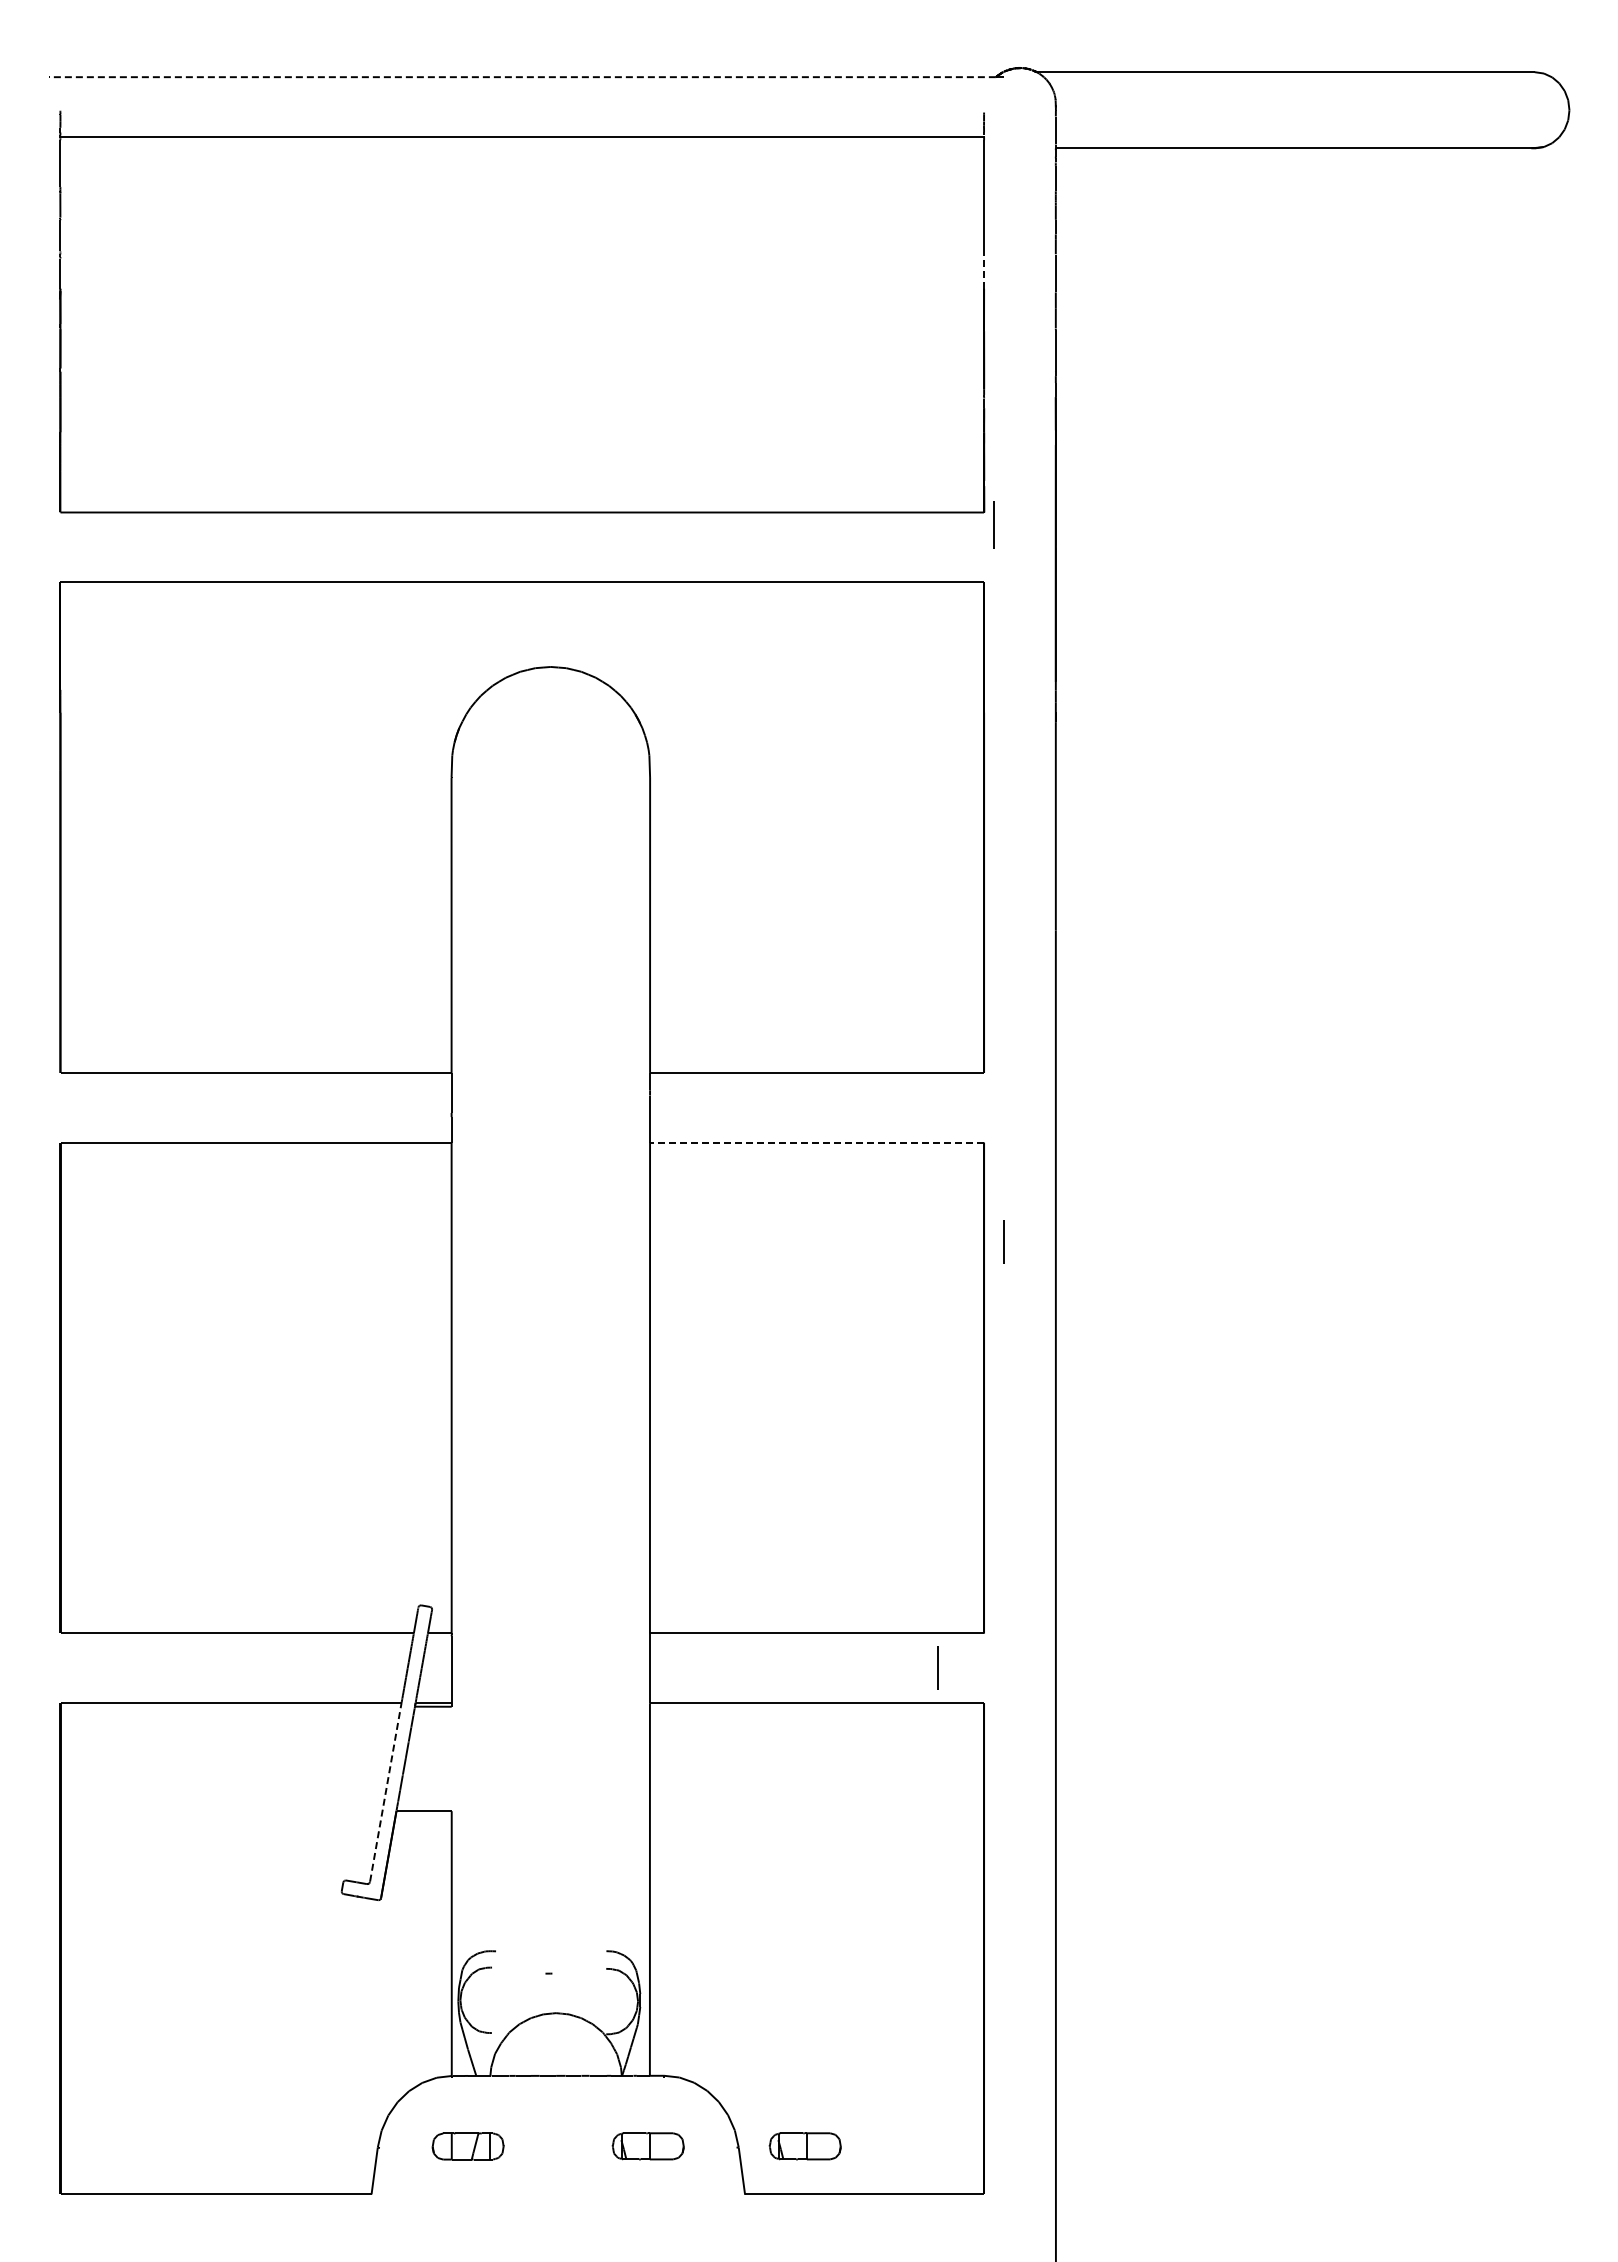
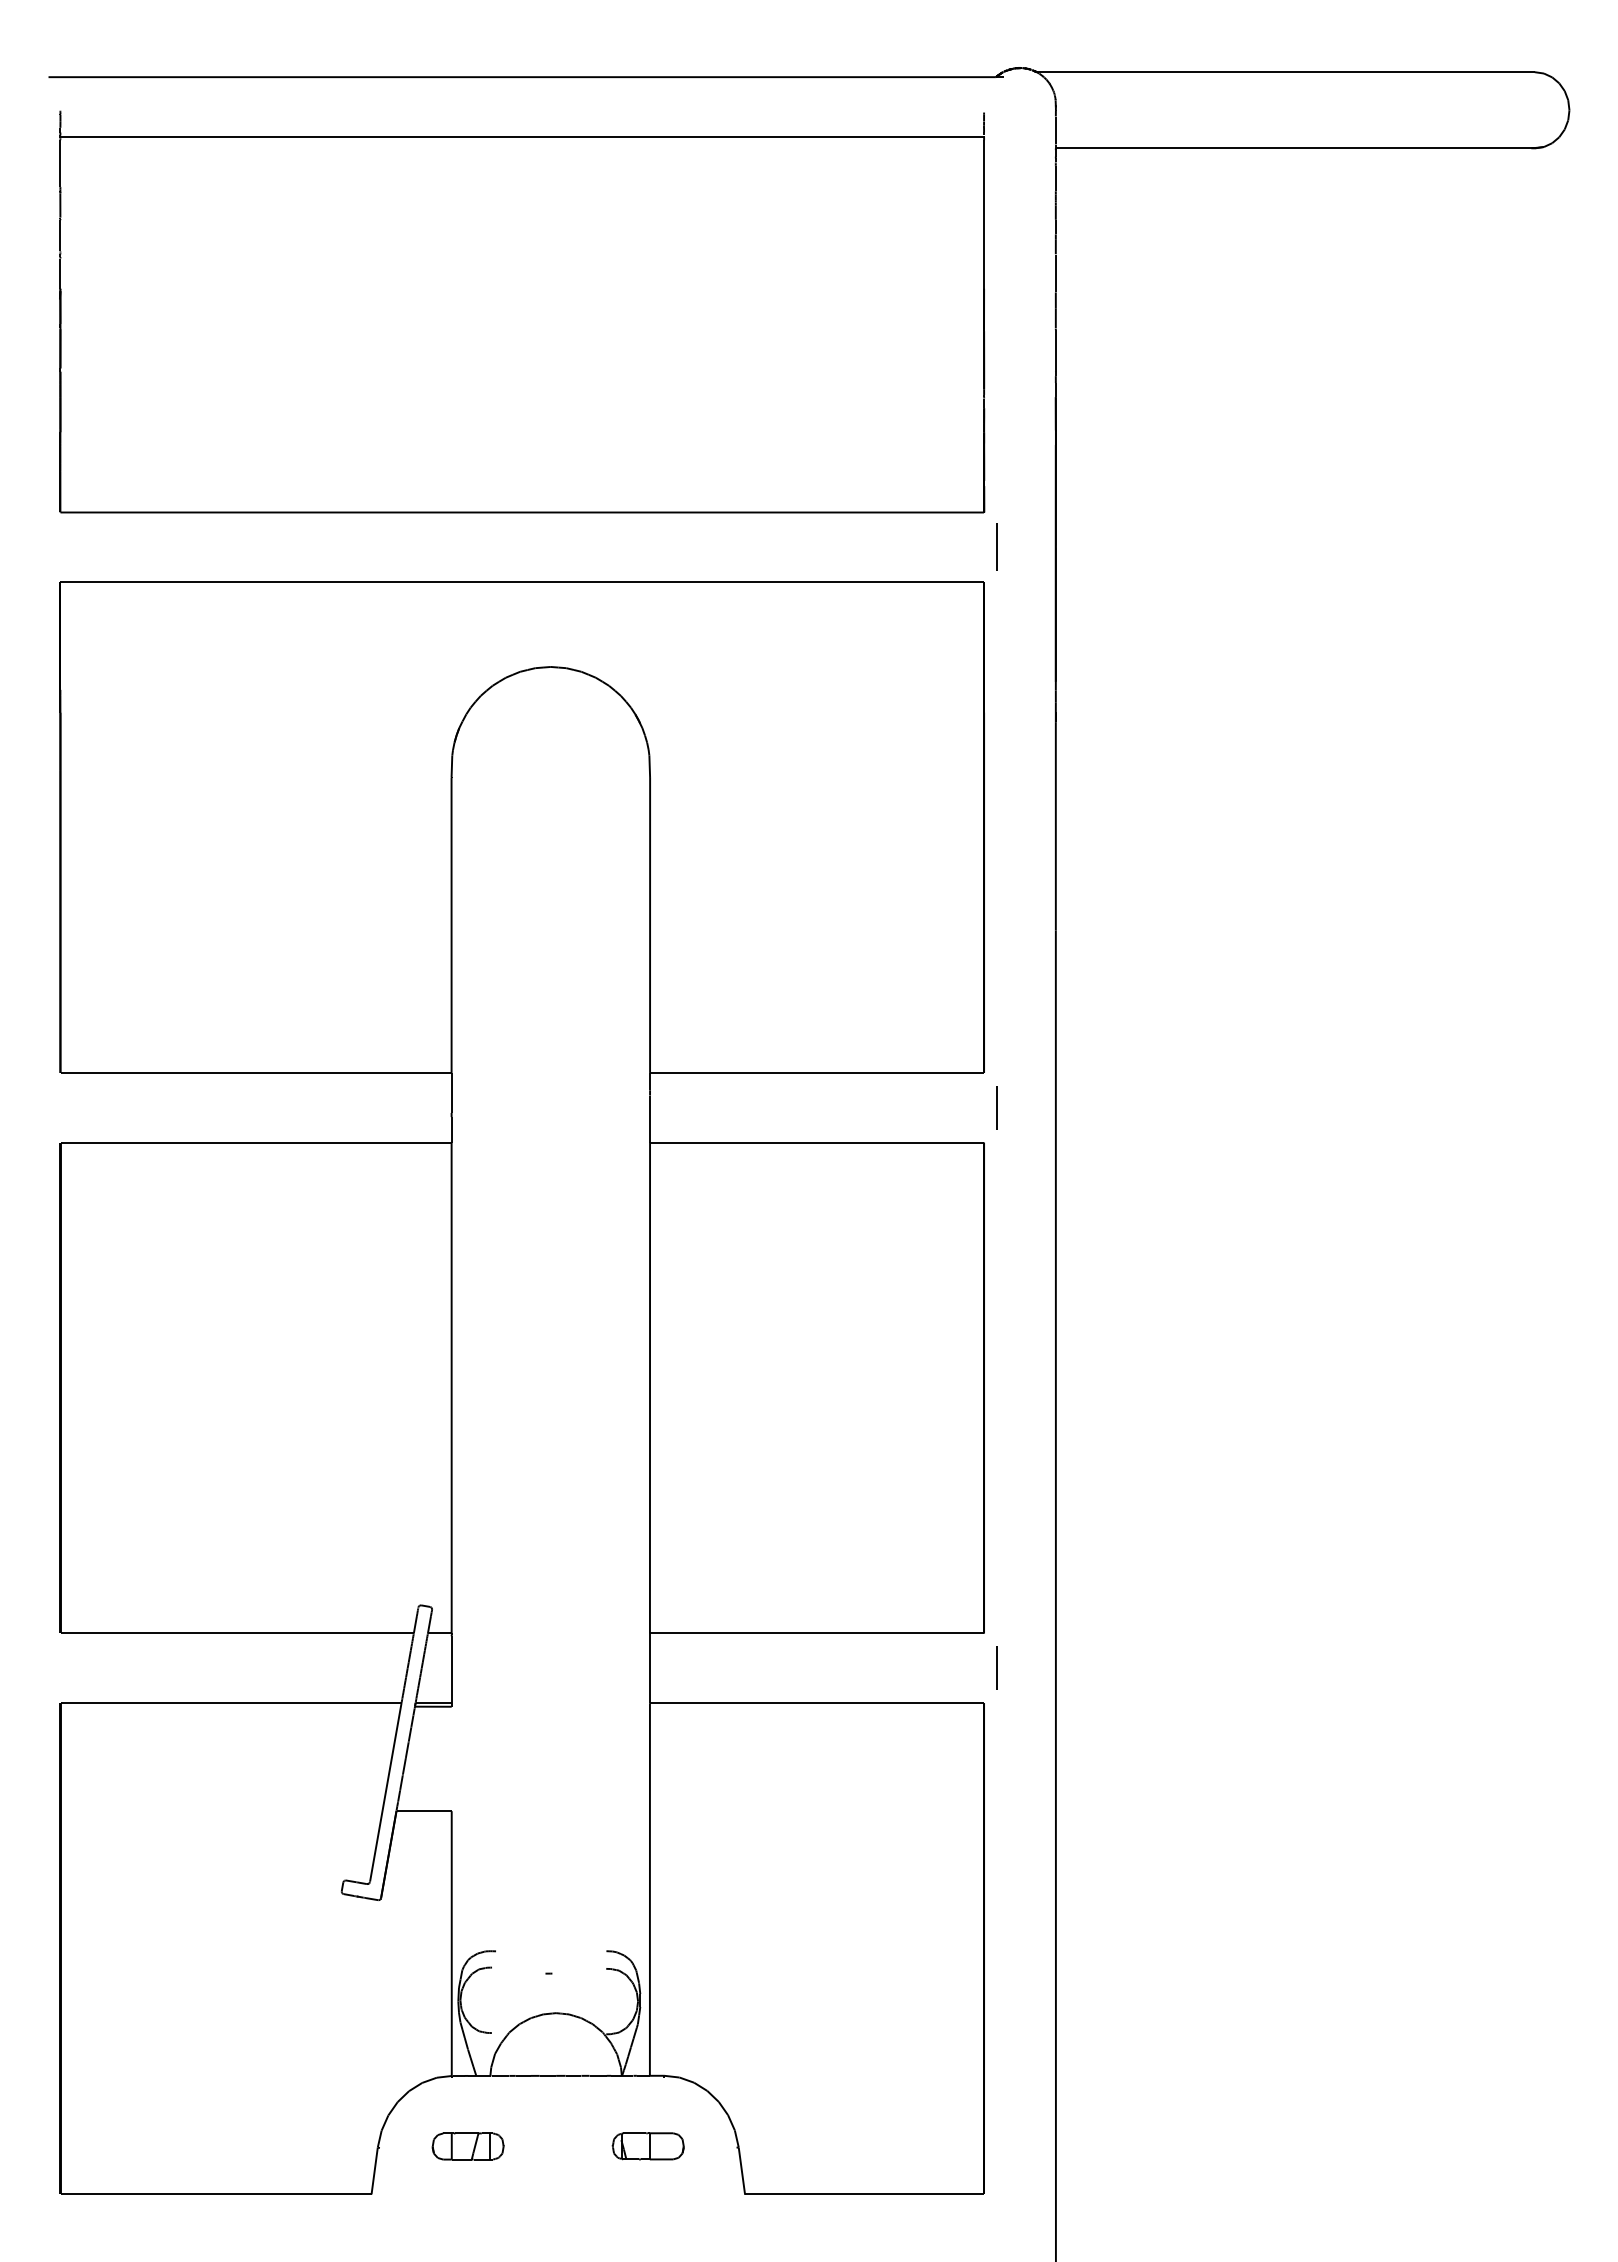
line at (522, 77): dashed -> solid
line at (984, 270): dashed -> solid
line at (993, 524) position: (993, 524) -> (996, 546)
line at (817, 1142): dashed -> solid
line at (1003, 1241) position: (1003, 1241) -> (996, 1107)
line at (937, 1667) position: (937, 1667) -> (996, 1667)
line at (385, 1792): dashed -> solid
part at (804, 2146): present -> none
